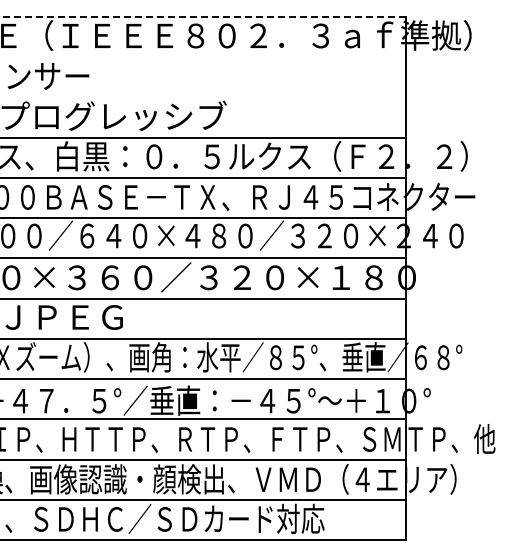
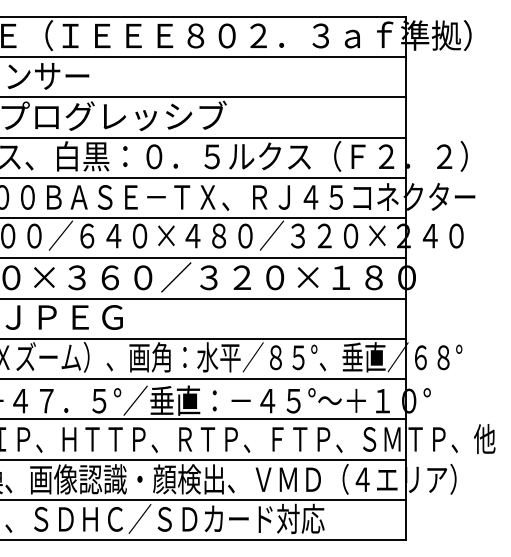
line at (202, 16): dashed -> solid
line at (203, 56): none -> present
line at (203, 97): none -> present
